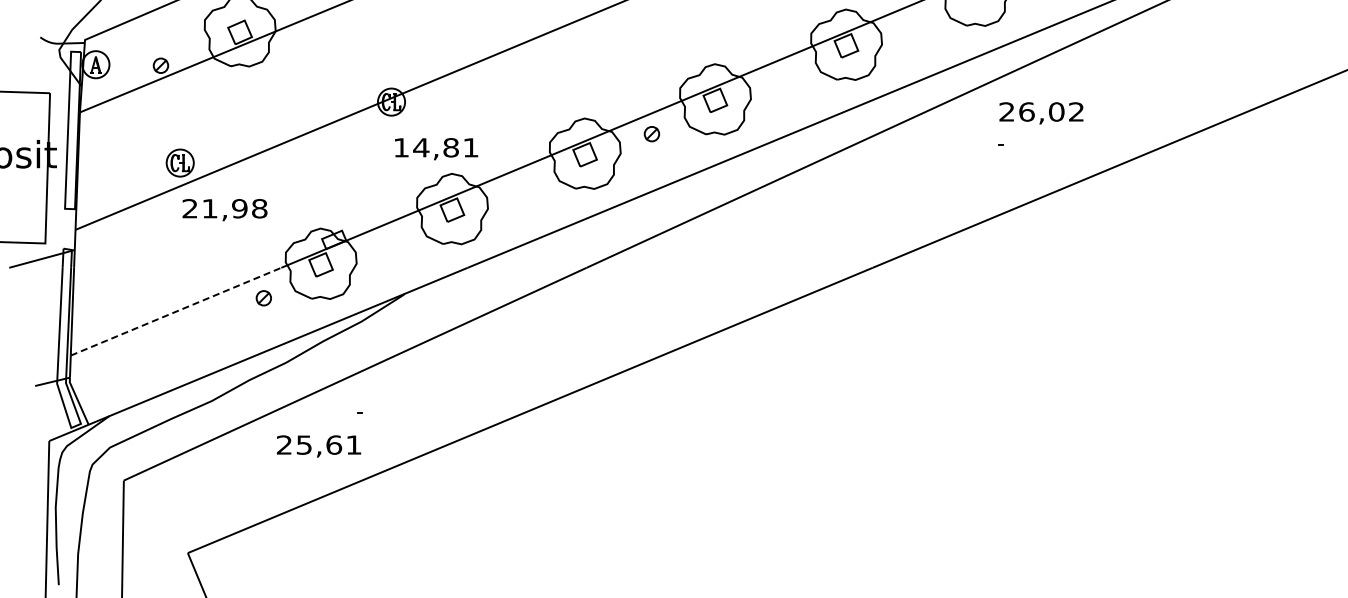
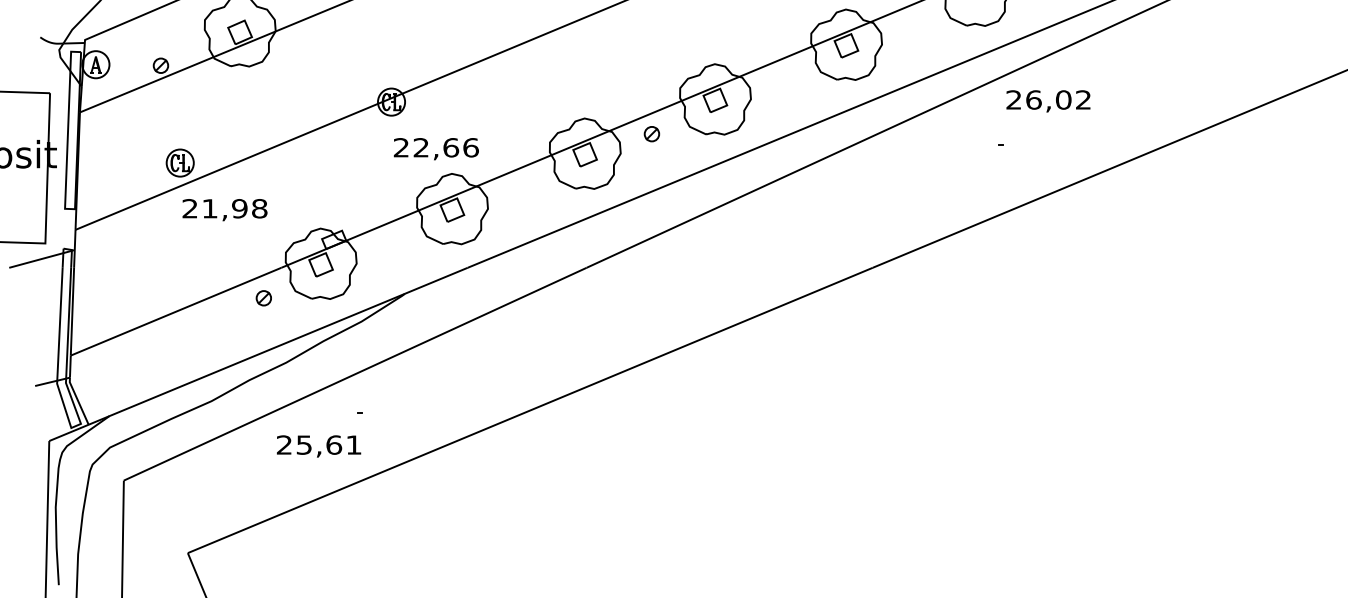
text at (1041, 113) position: (1041, 113) -> (1048, 101)
text at (435, 147): 14,81 -> 22,66
line at (176, 311): dashed -> solid
